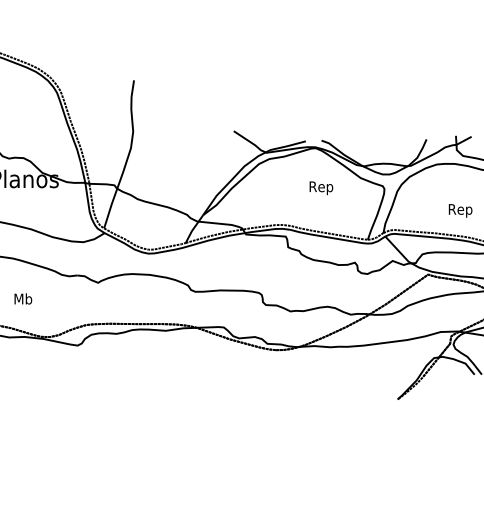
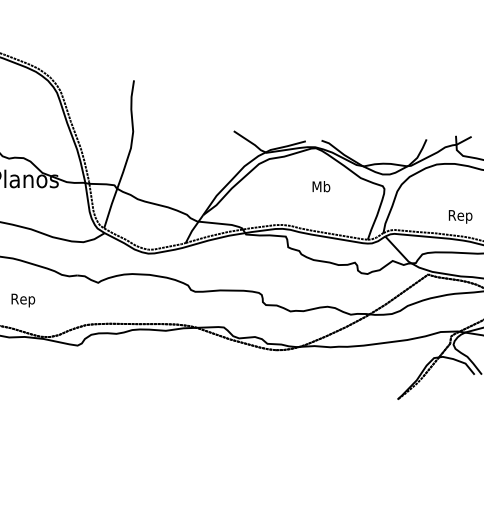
text at (321, 188): Rep -> Mb
text at (460, 210) position: (460, 210) -> (460, 216)
text at (23, 300): Mb -> Rep
